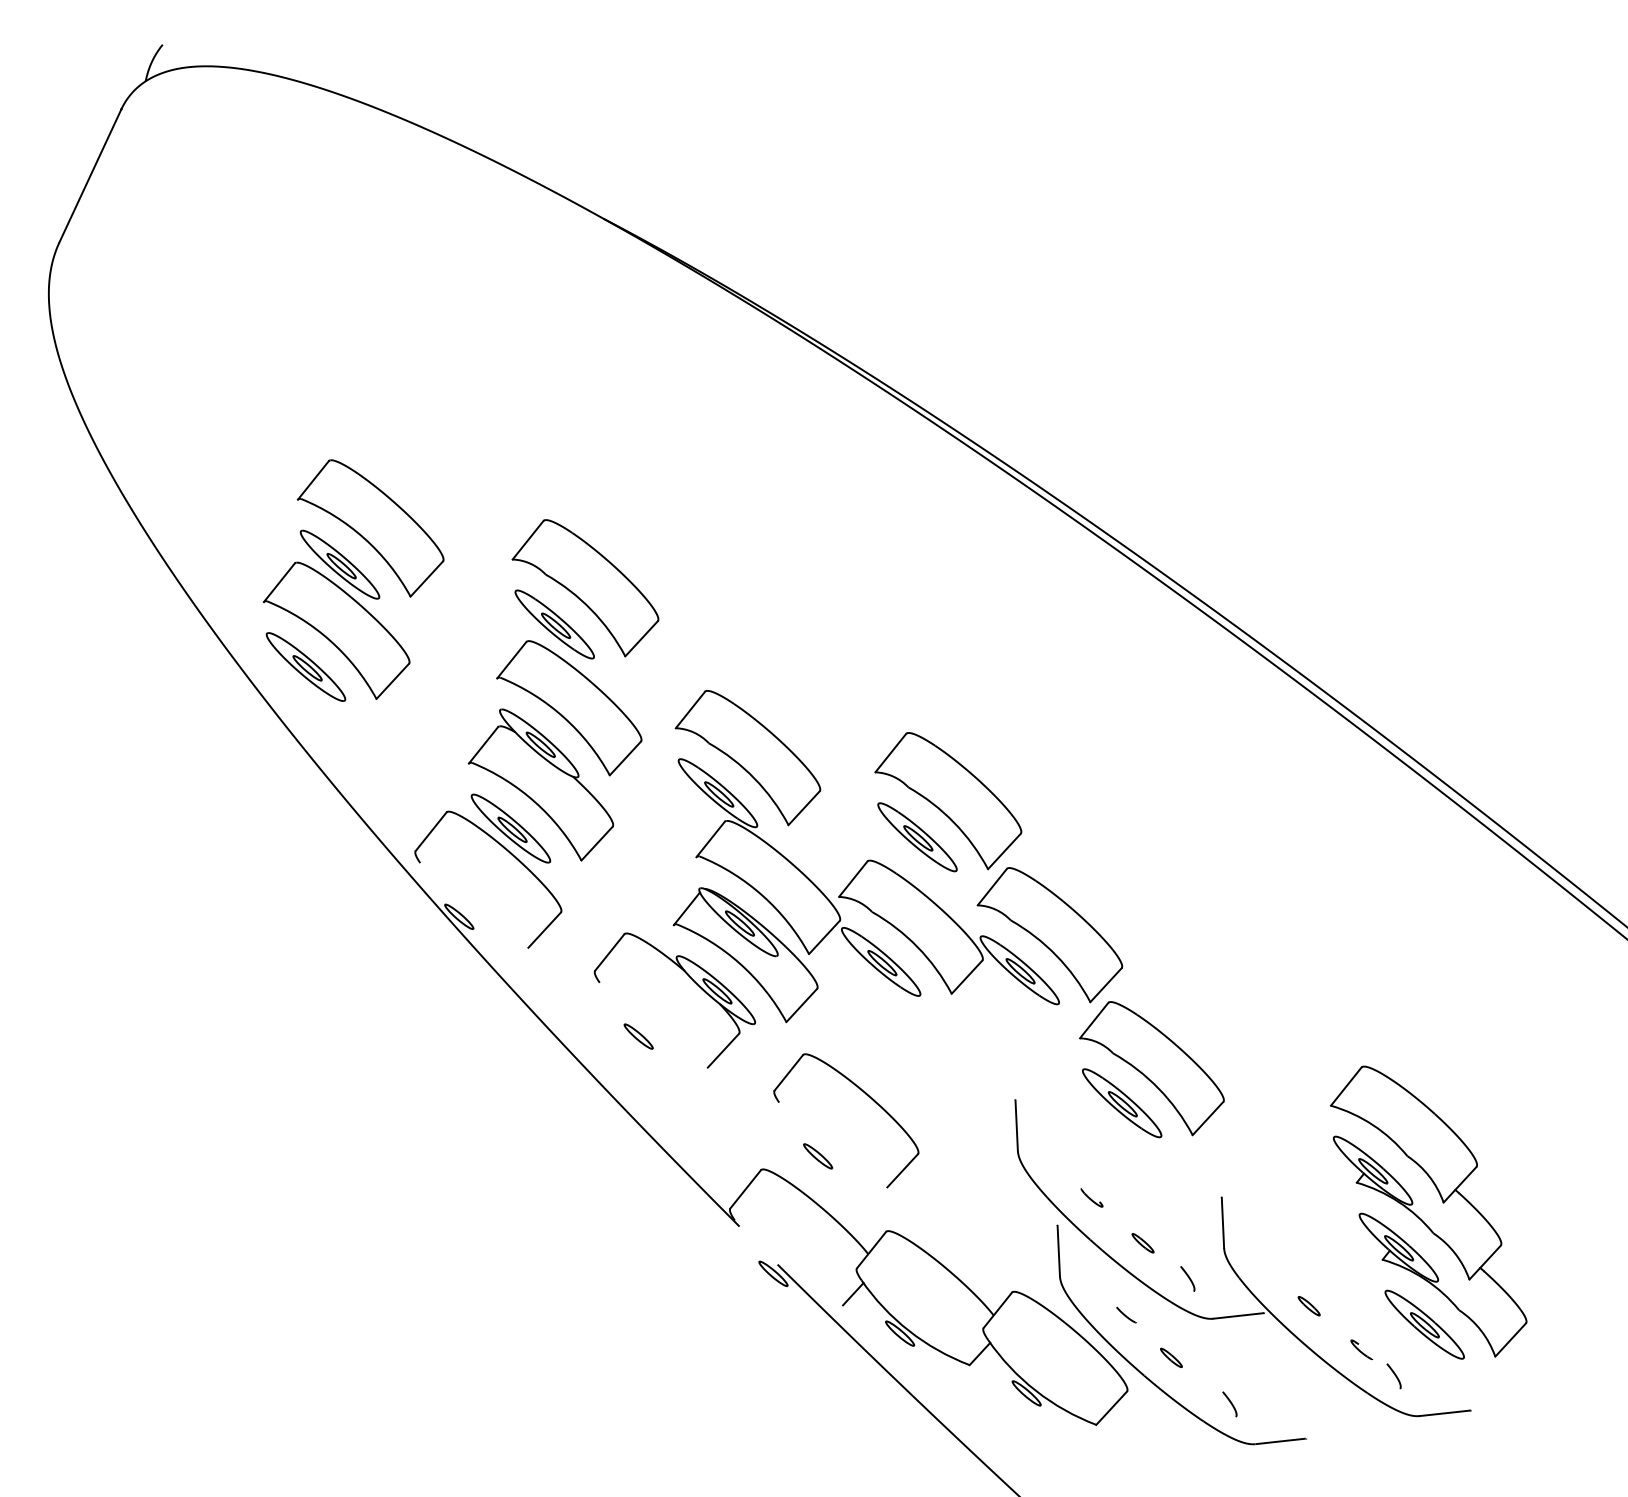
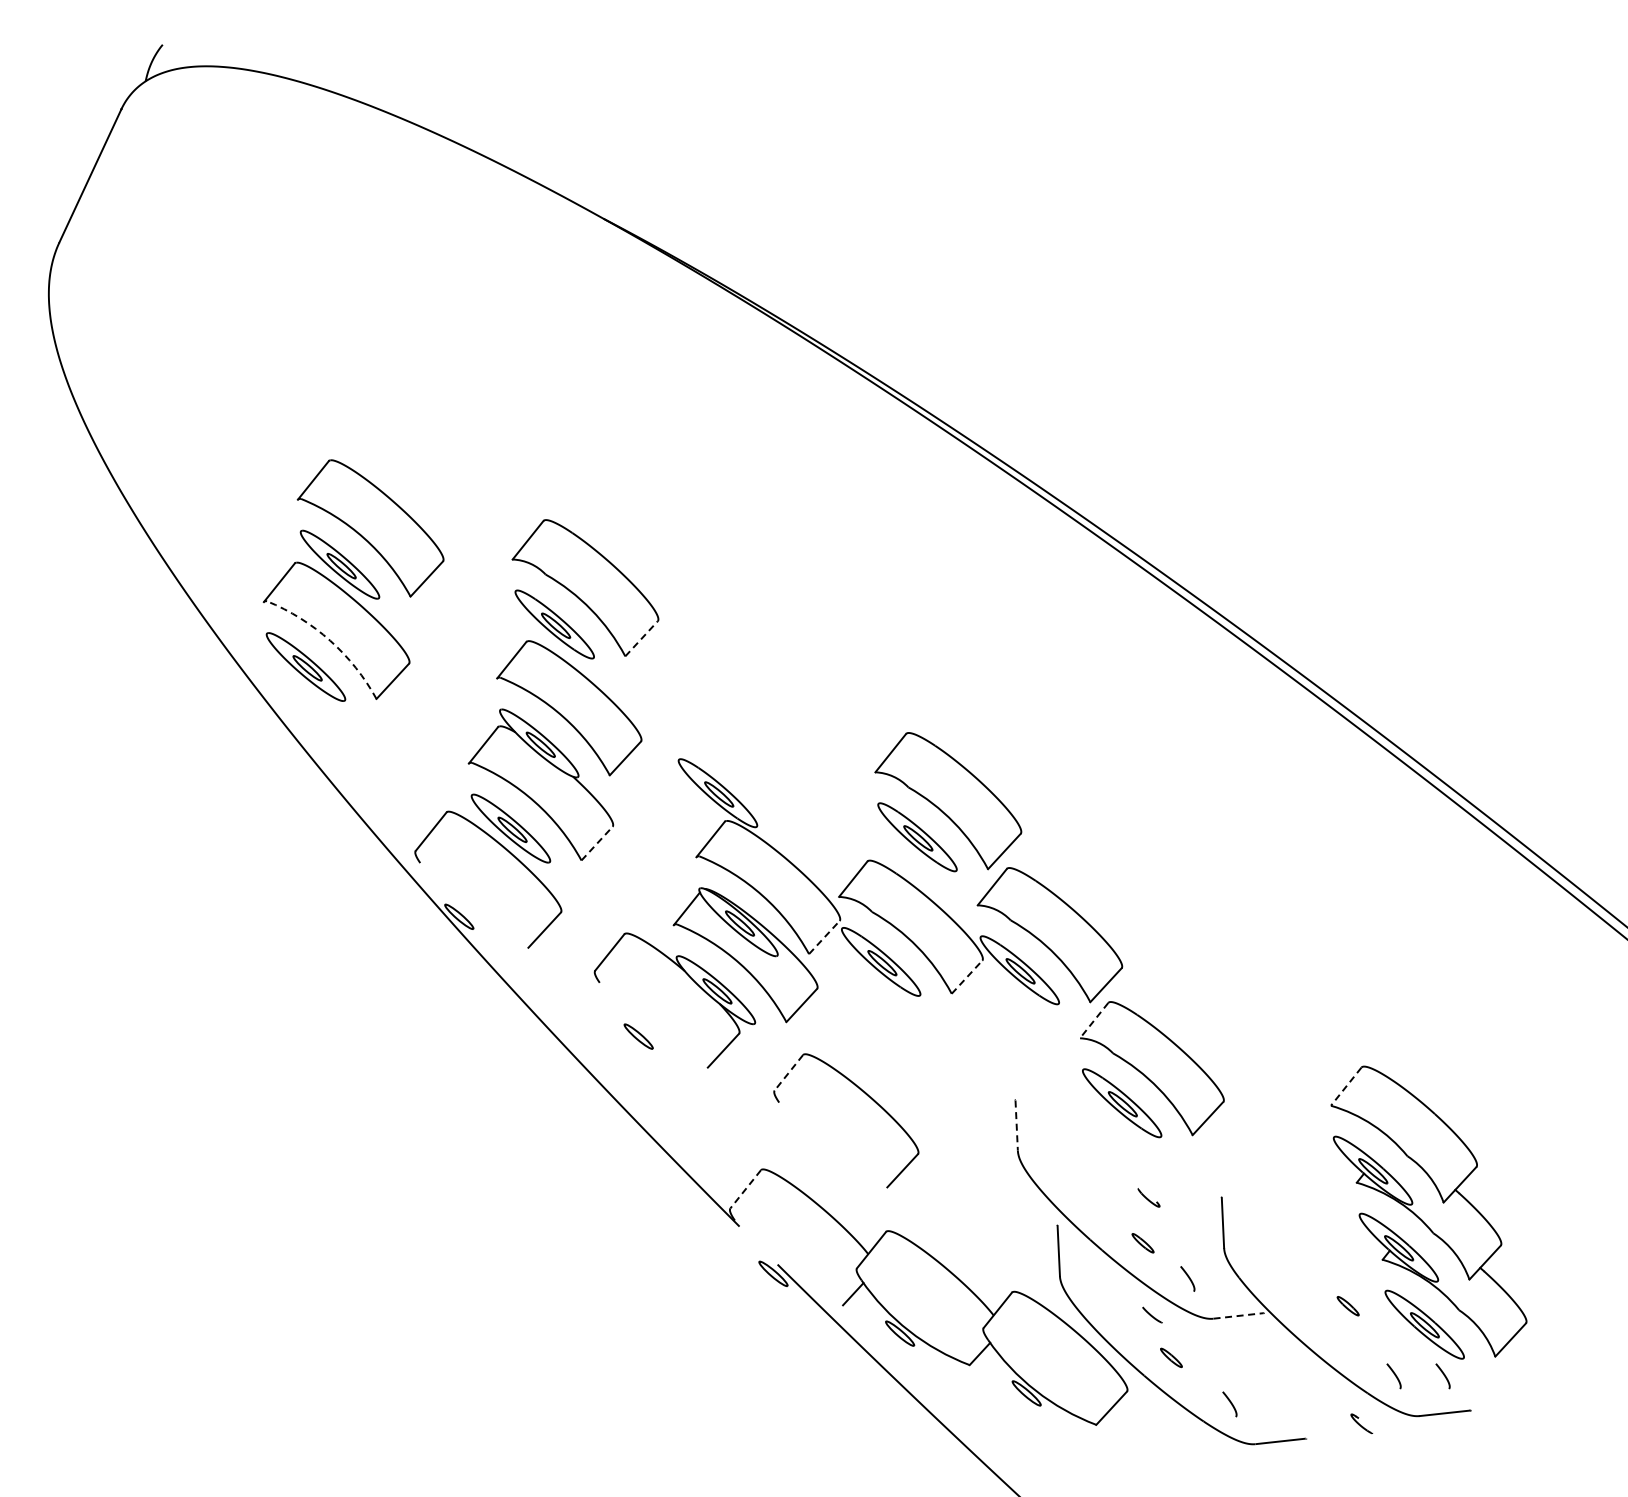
line at (641, 638): solid -> dashed
arc at (330, 640): solid -> dashed
part at (747, 758): present -> none
line at (597, 843): solid -> dashed
line at (824, 937): solid -> dashed
line at (967, 977): solid -> dashed
line at (1094, 1020): solid -> dashed
line at (788, 1072): solid -> dashed
line at (1345, 1087): solid -> dashed
line at (1016, 1126): solid -> dashed
part at (818, 1156): present -> none
line at (745, 1189): solid -> dashed
part at (1091, 1197) position: (1091, 1197) -> (1148, 1197)
part at (1308, 1306) position: (1308, 1306) -> (1347, 1306)
line at (1125, 1314) position: (1125, 1314) -> (1151, 1314)
line at (1239, 1315): solid -> dashed
part at (1361, 1349) position: (1361, 1349) -> (1361, 1423)
curve at (1443, 1375): none -> present
